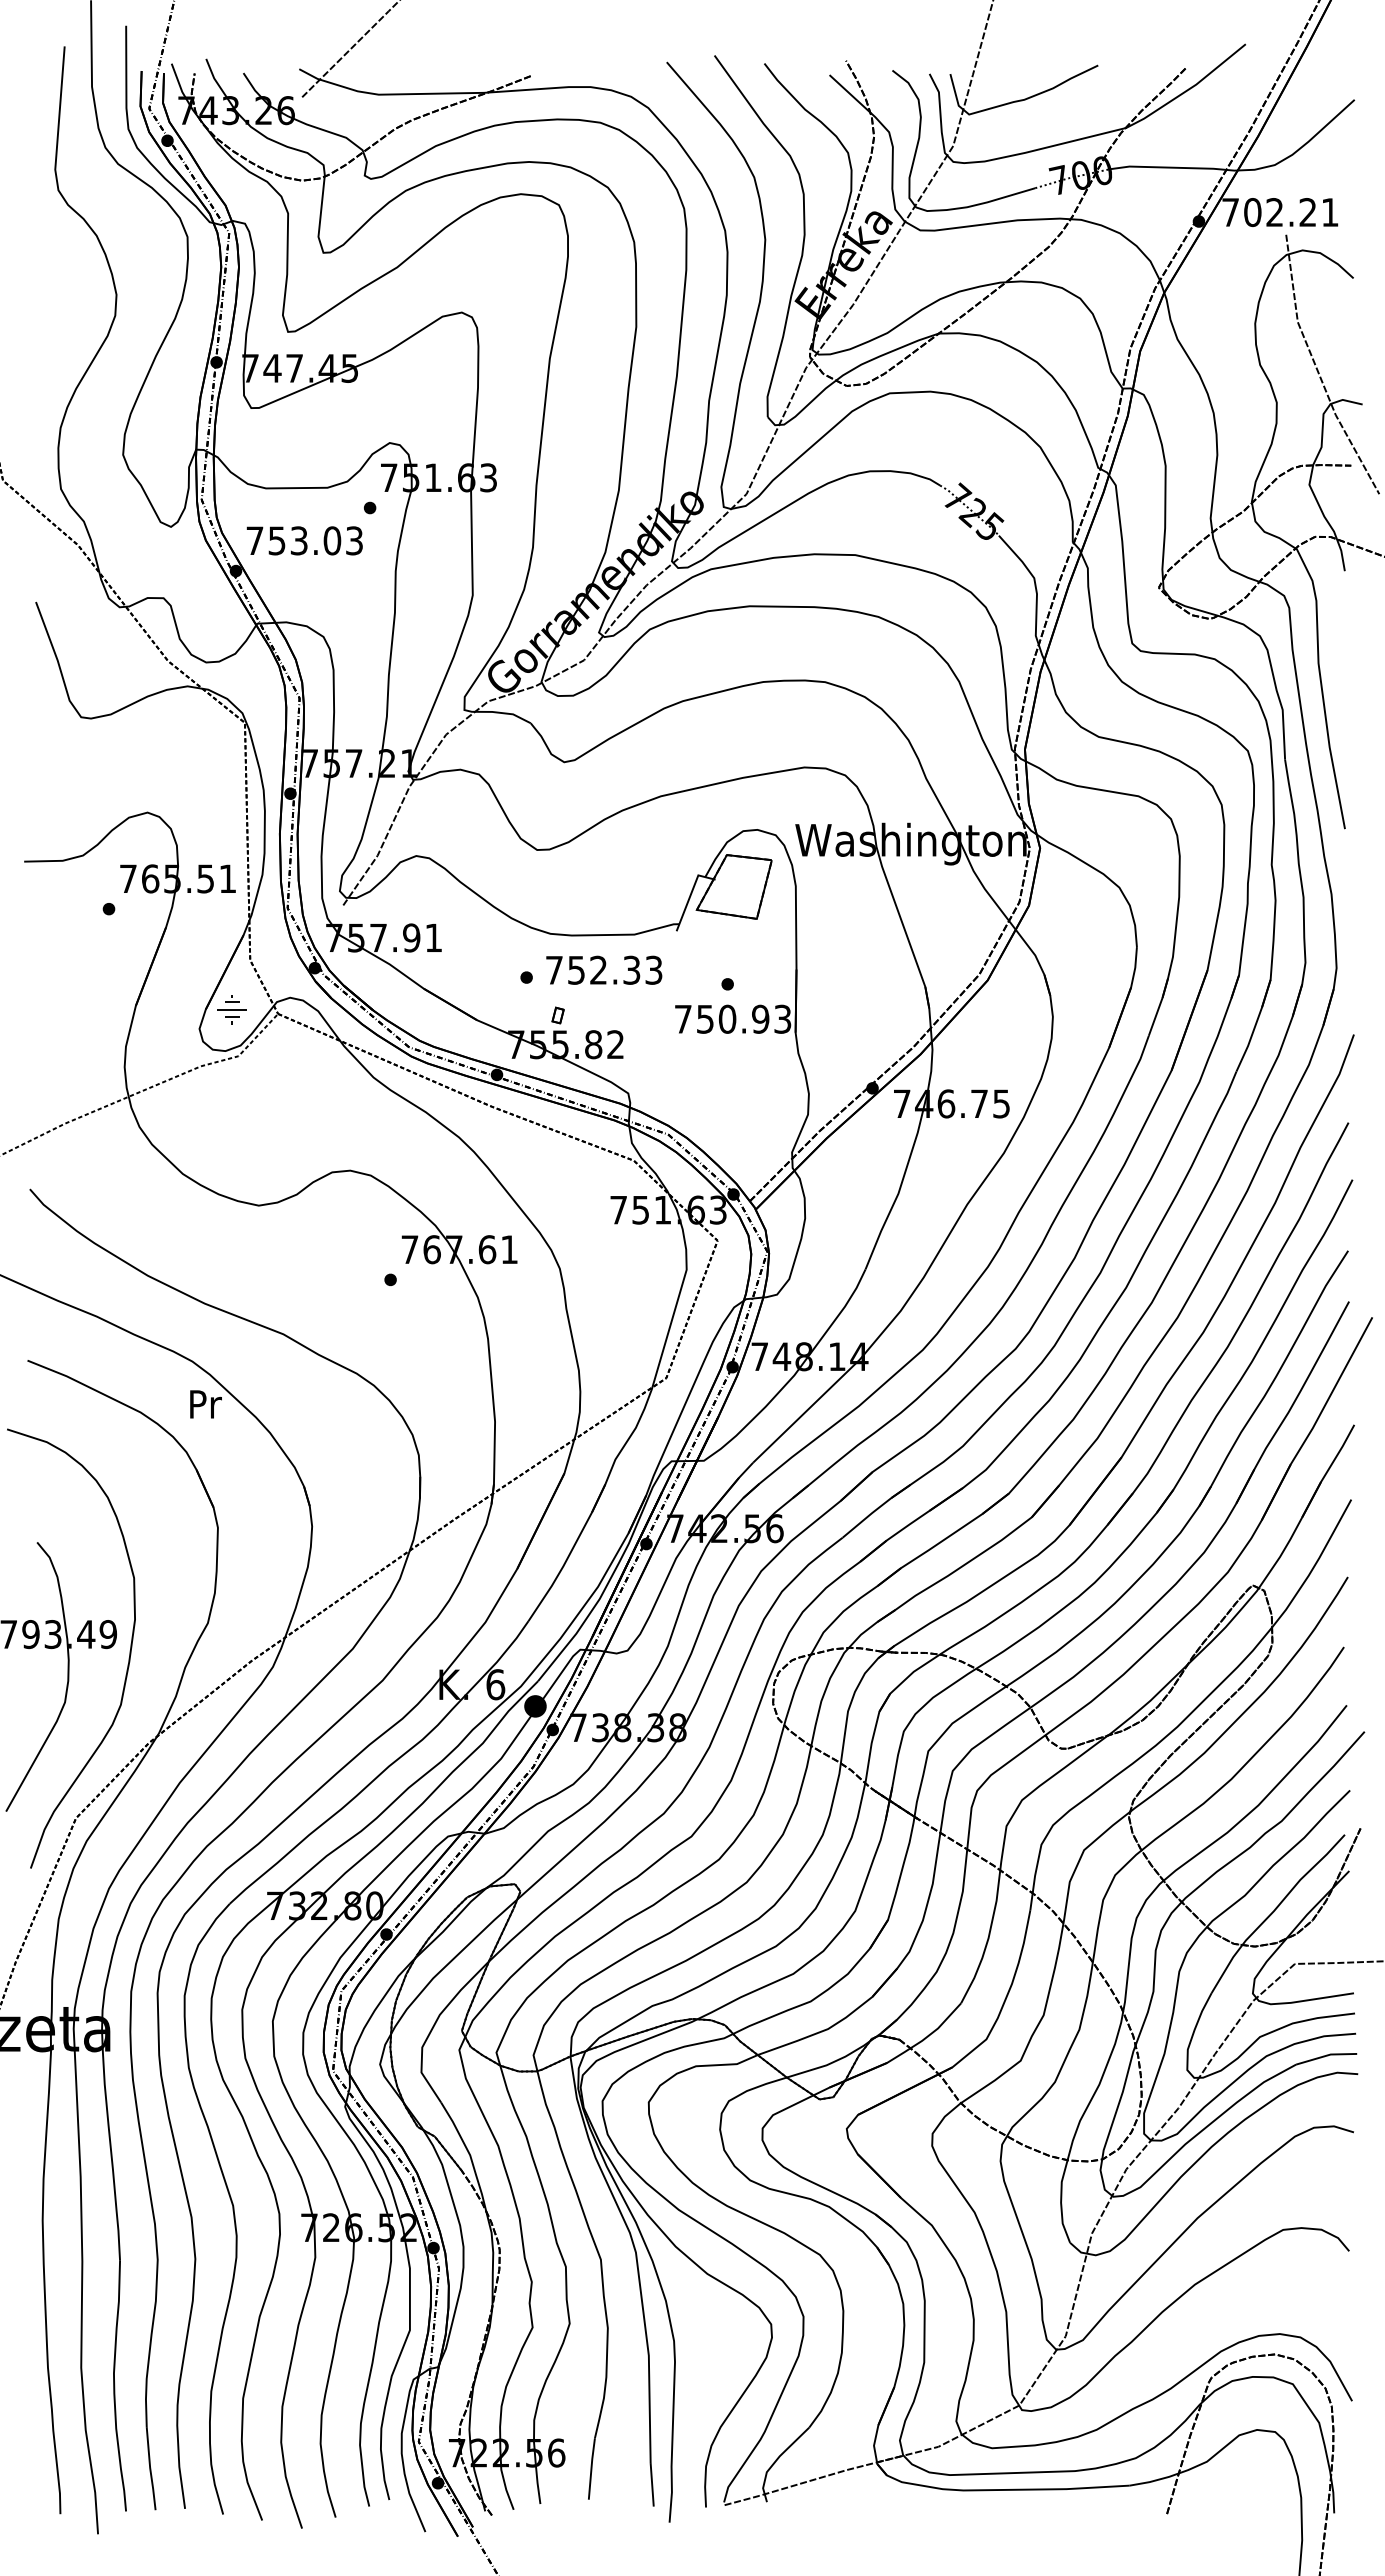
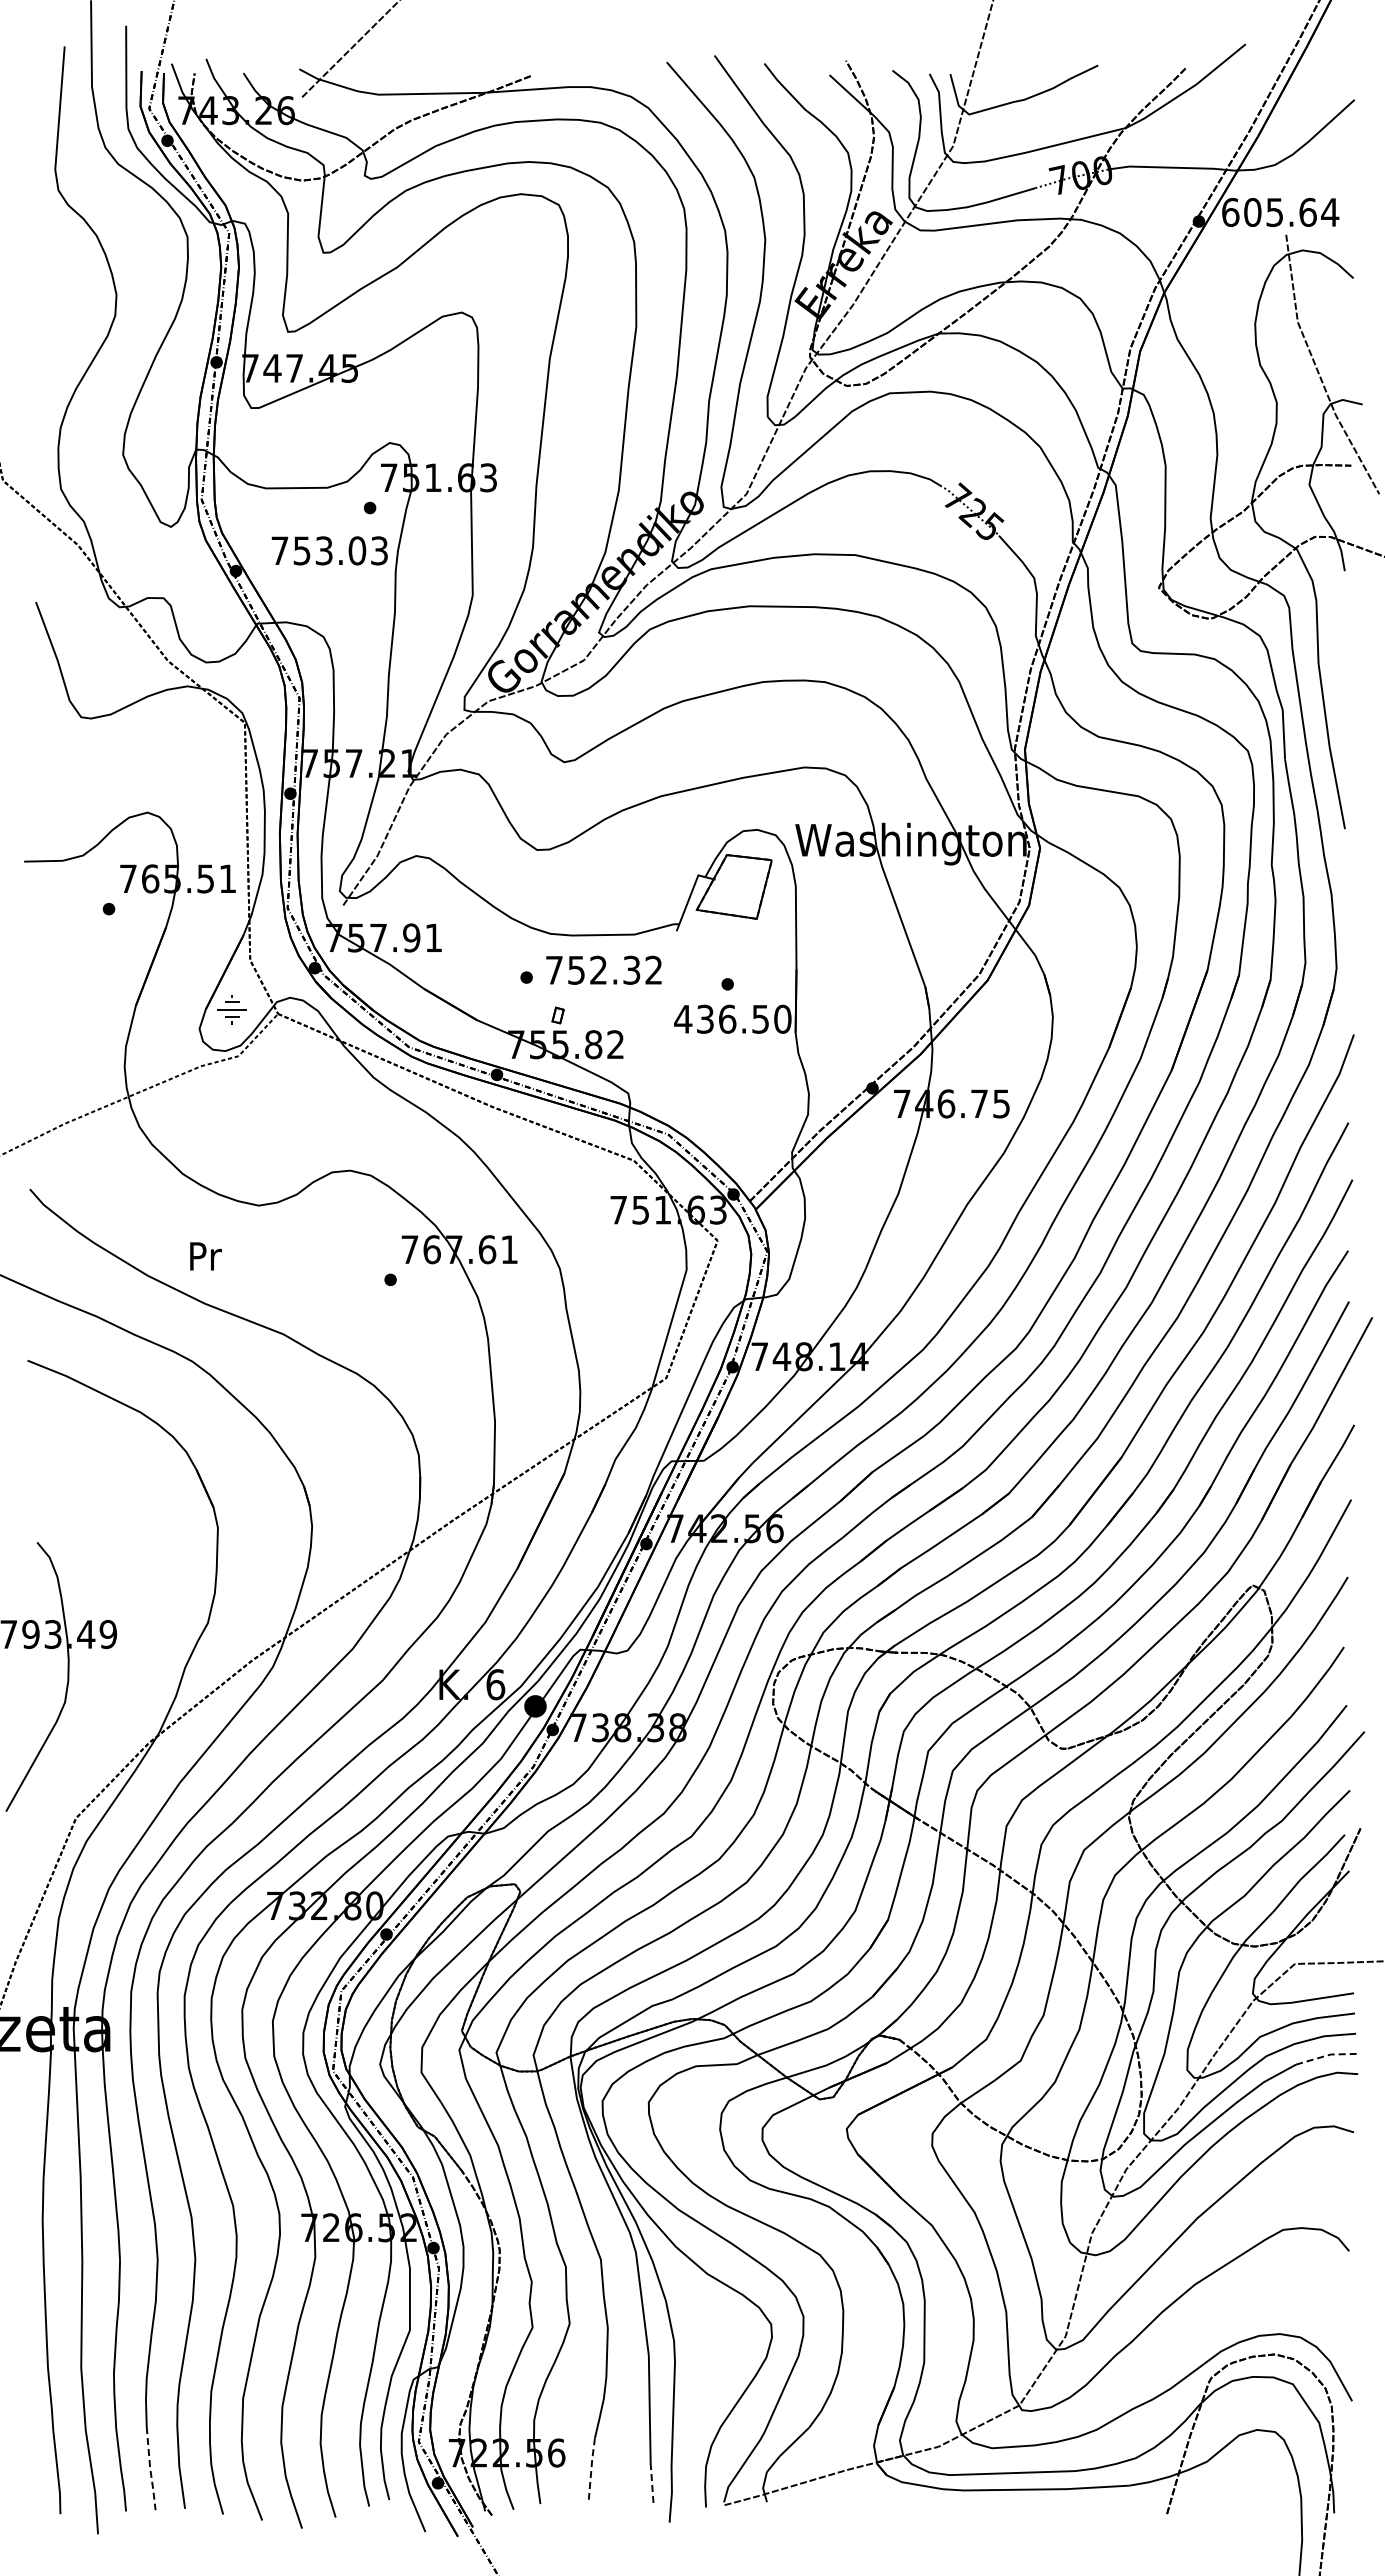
text at (1280, 212): 702.21 -> 605.64
text at (304, 540) position: (304, 540) -> (329, 550)
text at (653, 970): 752.33 -> 752.32
text at (732, 1018): 750.93 -> 436.50
text at (205, 1404) position: (205, 1404) -> (205, 1256)
curve at (128, 1658): present -> none
line at (1326, 2055): solid -> dashed
line at (150, 2468): solid -> dashed
line at (591, 2469): solid -> dashed
line at (652, 2484): solid -> dashed
